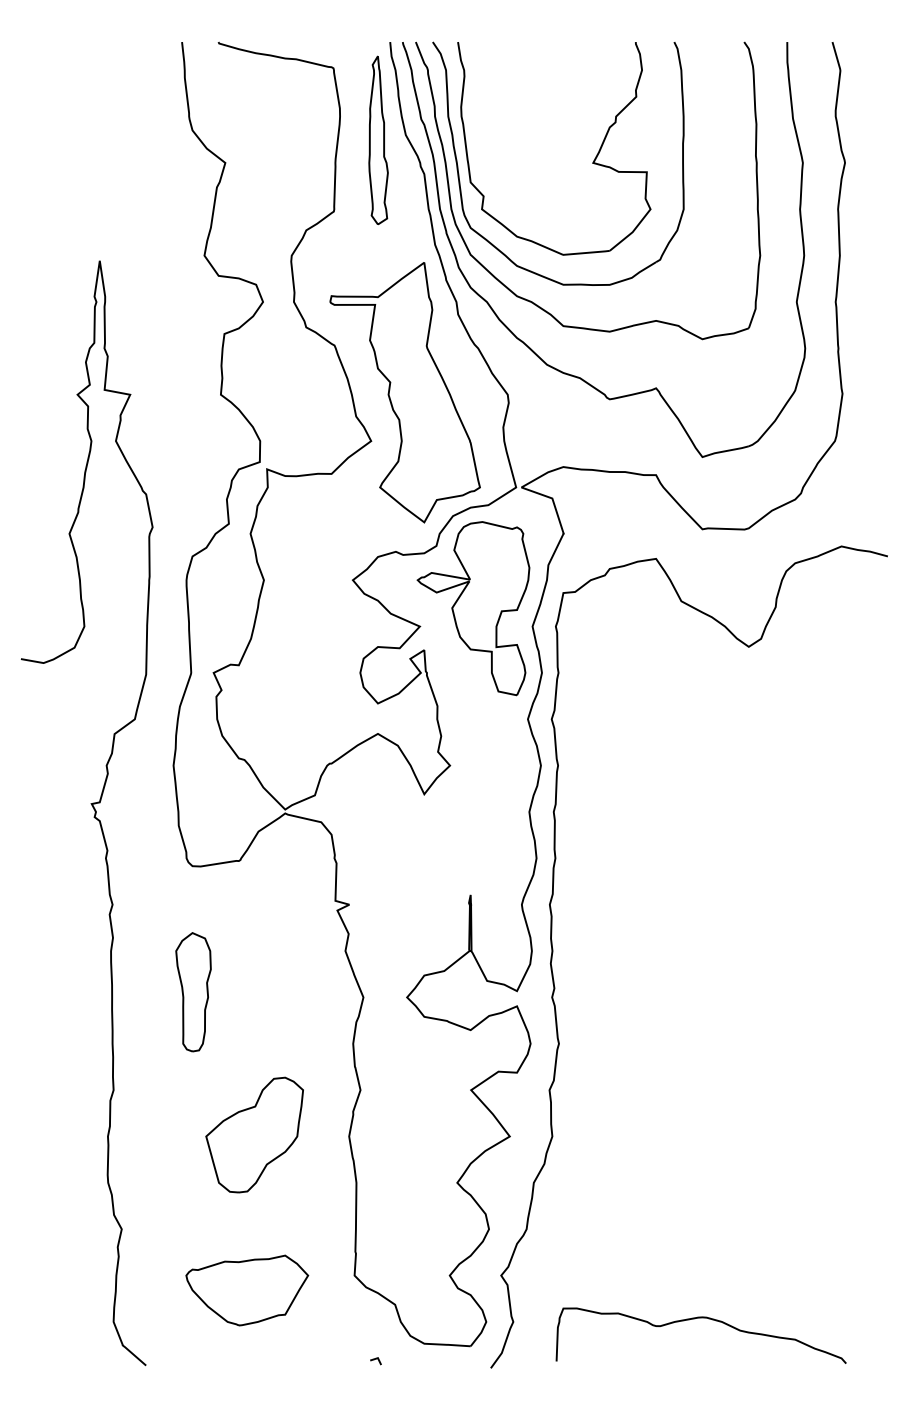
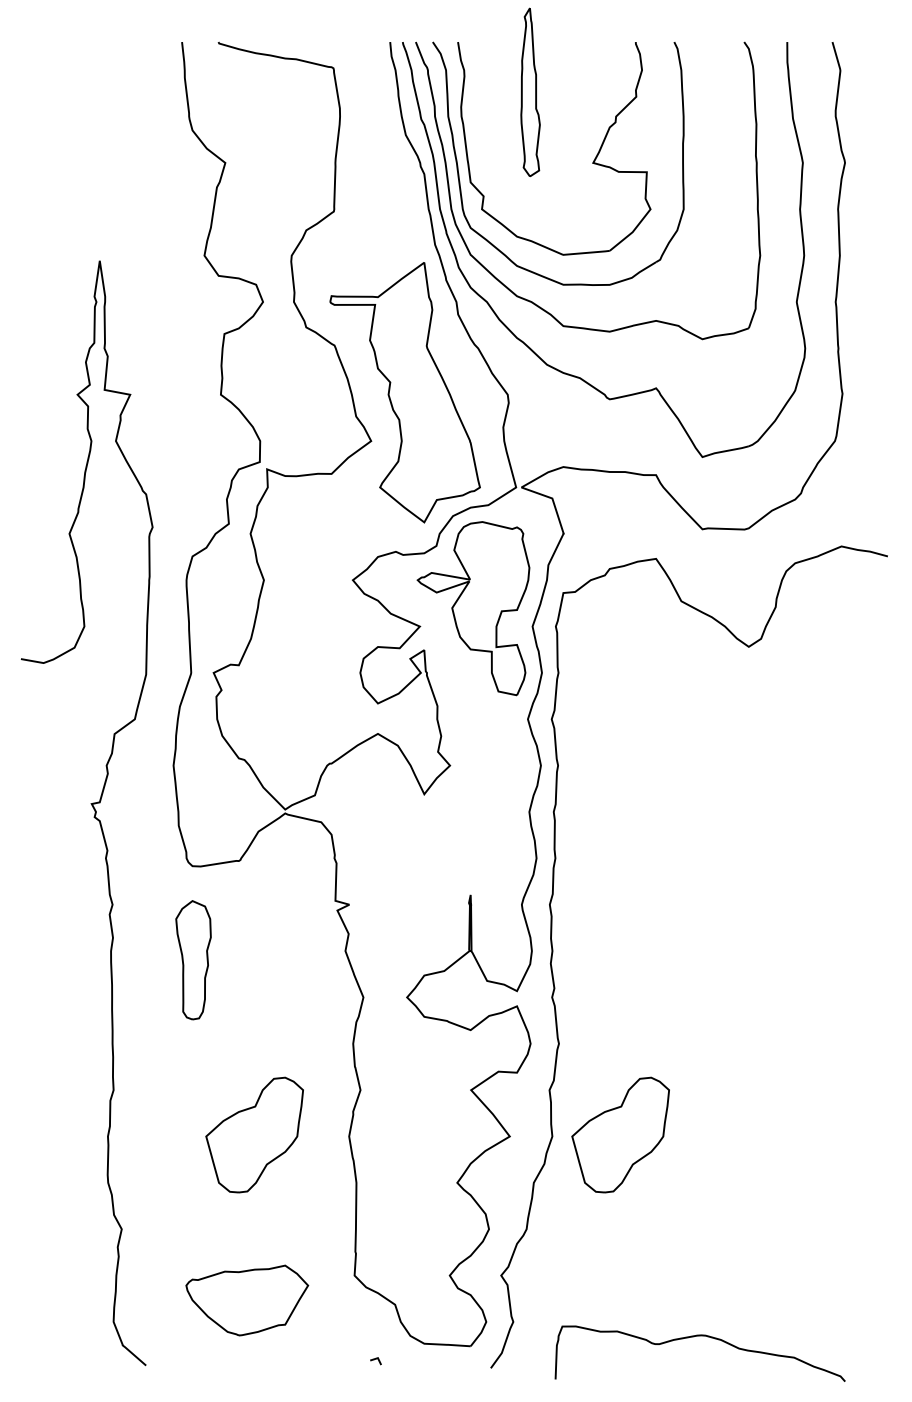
part at (378, 140) position: (378, 140) -> (530, 92)
part at (193, 992) position: (193, 992) -> (193, 960)
part at (620, 1134): none -> present
part at (247, 1290) position: (247, 1290) -> (247, 1300)
curve at (700, 1318) position: (700, 1318) -> (699, 1336)
